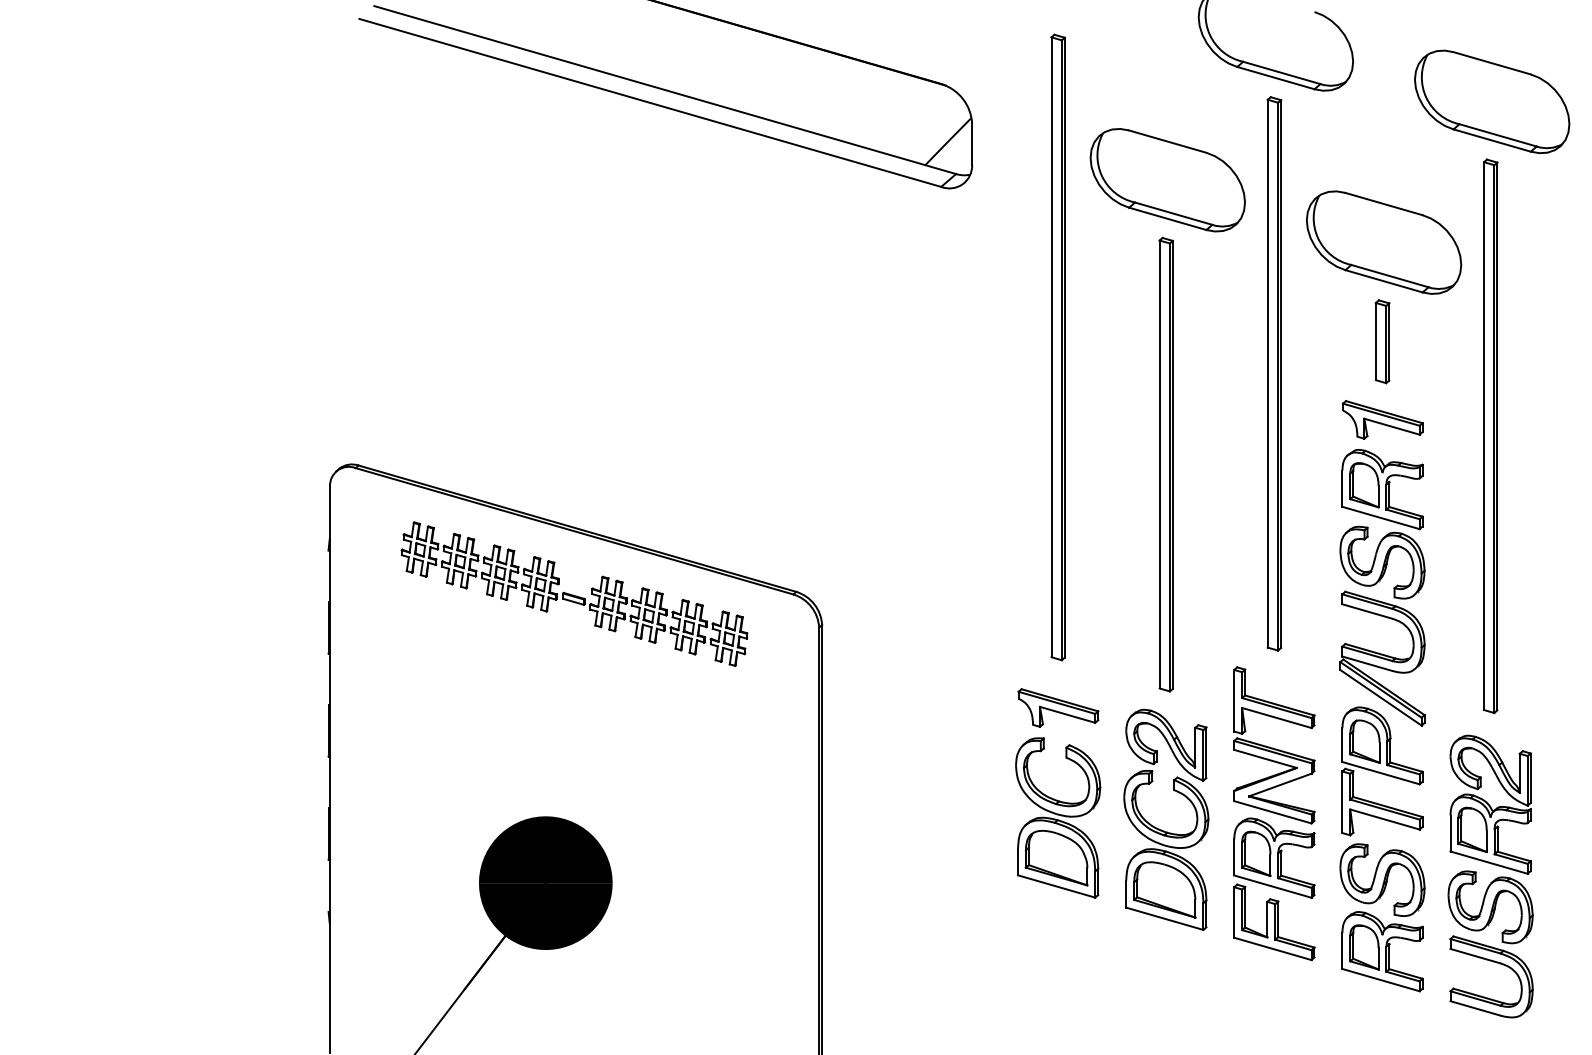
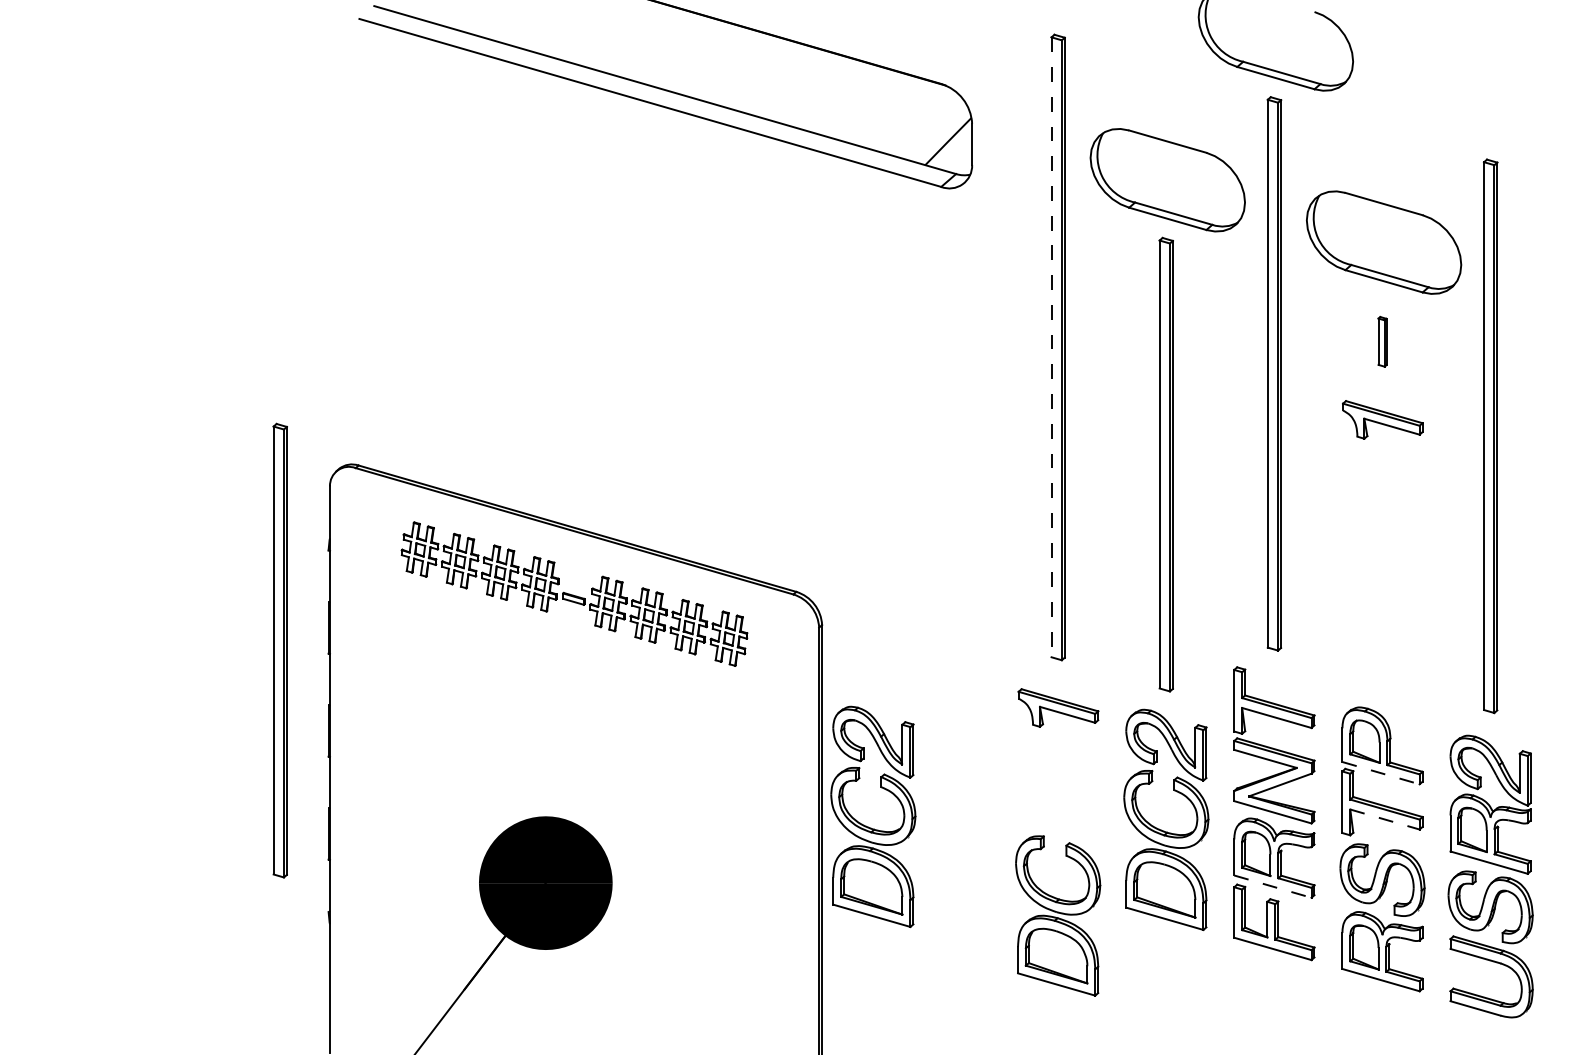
part at (1492, 101): present -> none
part at (1382, 341) size: 17x86 px -> 11x52 px
line at (1051, 347): solid -> dashed
part at (1382, 587): present -> none
part at (279, 650): none -> present
line at (1381, 773): solid -> dashed
part at (1058, 817) position: (1058, 817) -> (1058, 915)
line at (1385, 819): solid -> dashed
part at (868, 826): none -> present
line at (1273, 886): solid -> dashed
